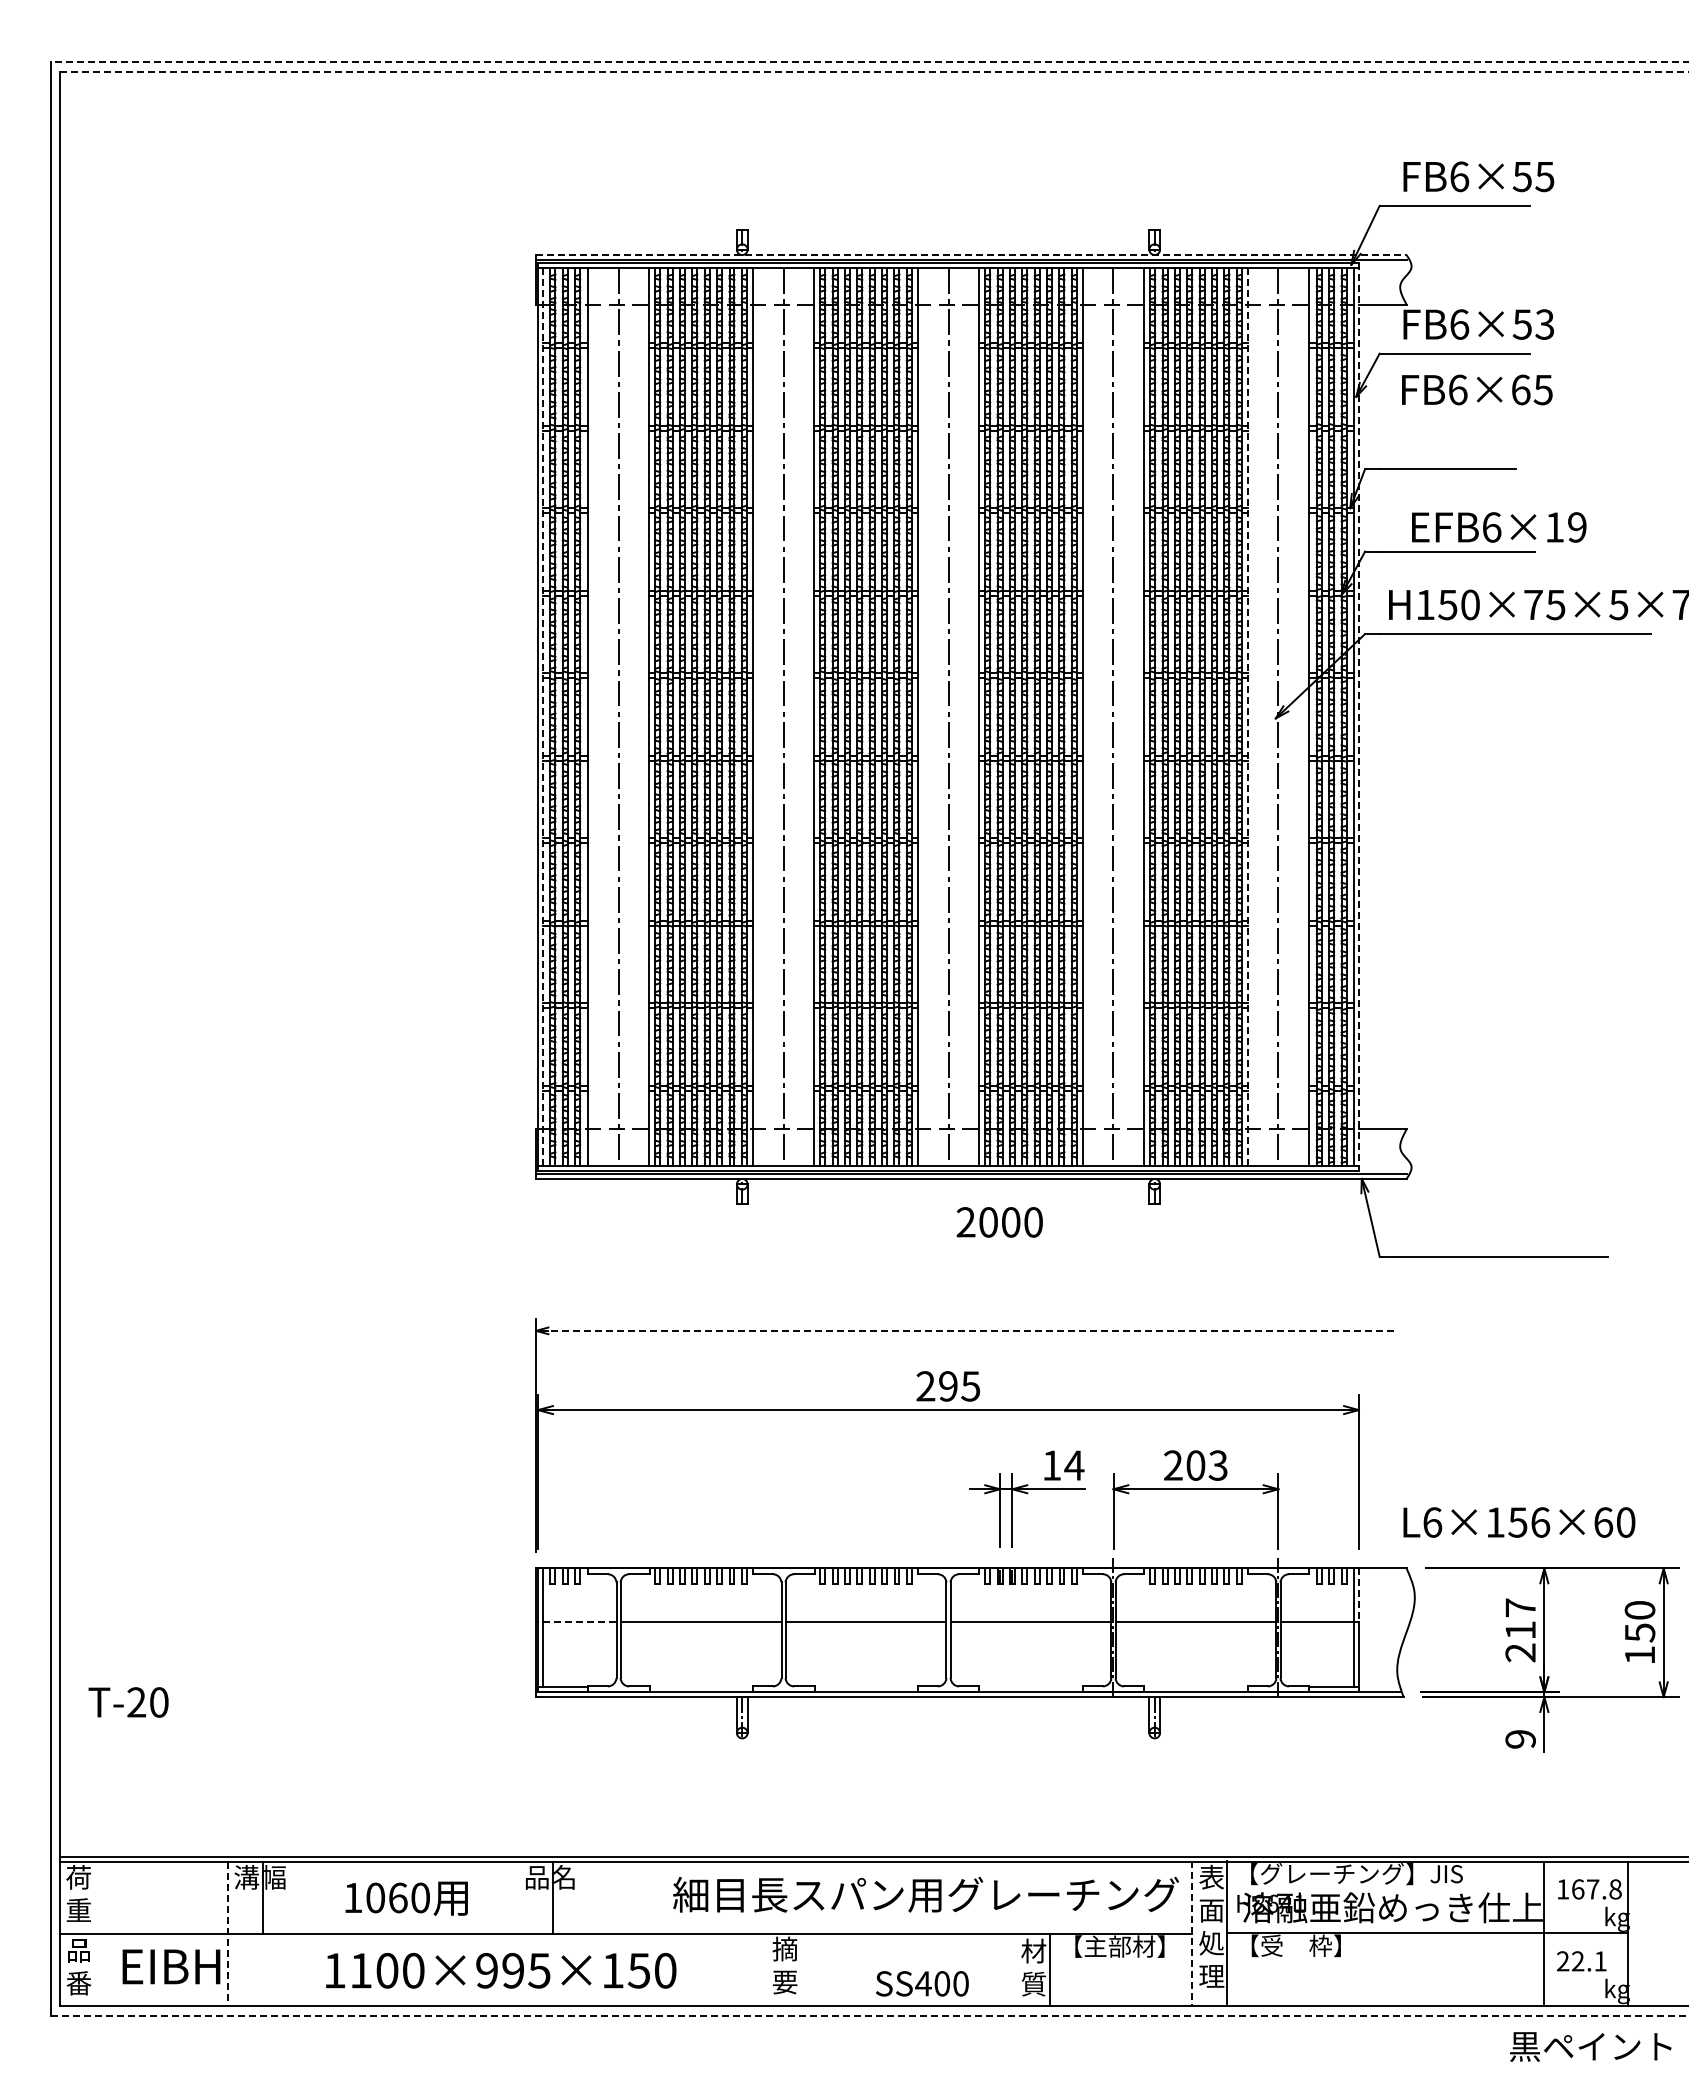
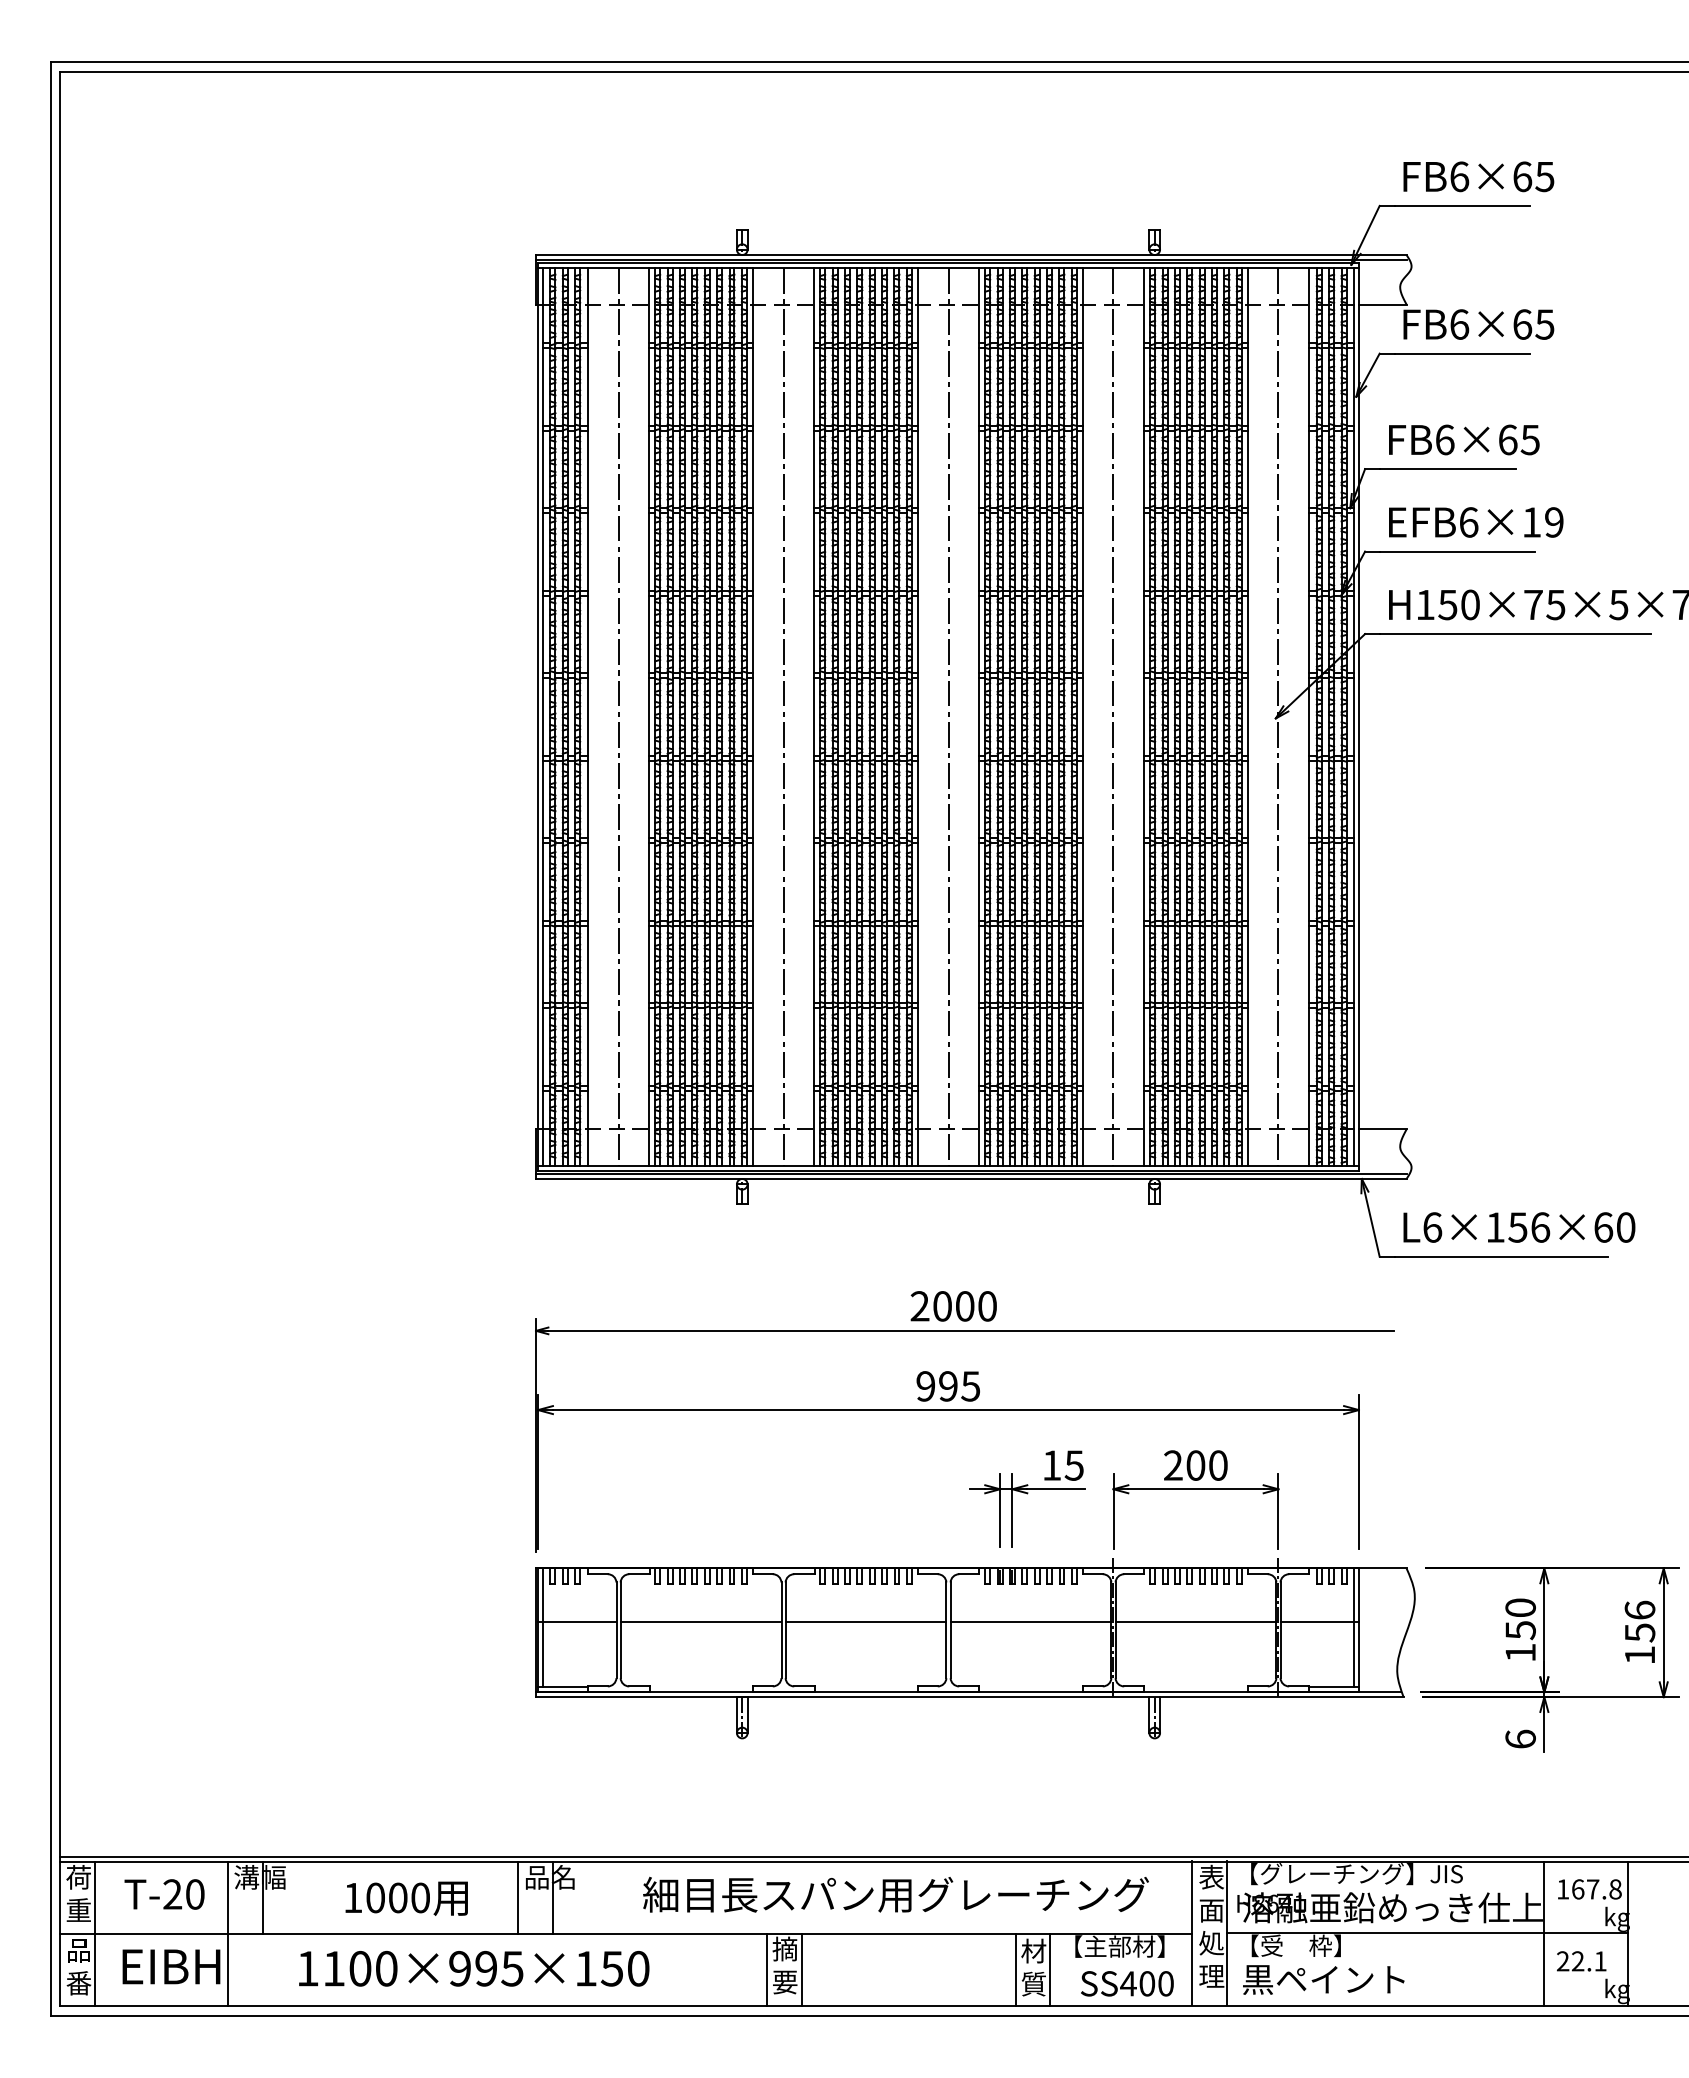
line at (869, 62): dashed -> solid
line at (875, 71): dashed -> solid
text at (1522, 176): FB6×55 -> FB6×65
line at (971, 255): dashed -> solid
text at (1533, 324): FB6×53 -> FB6×65
text at (1477, 389) position: (1477, 389) -> (1464, 439)
text at (1499, 527) position: (1499, 527) -> (1476, 522)
line at (543, 717): dashed -> solid
line at (1247, 717): dashed -> solid
line at (1358, 717): dashed -> solid
text at (999, 1222) position: (999, 1222) -> (953, 1306)
line at (971, 1330): dashed -> solid
text at (925, 1386): 295 -> 995
text at (1074, 1465): 14 -> 15
text at (1217, 1465): 203 -> 200
text at (1519, 1522) position: (1519, 1522) -> (1519, 1227)
line at (1358, 1595): dashed -> solid
text at (1639, 1609): 150 -> 156
line at (576, 1622): dashed -> solid
text at (1520, 1630): 217 -> 150
text at (128, 1702) position: (128, 1702) -> (164, 1894)
text at (1520, 1738): 9 -> 6
text at (925, 1894) position: (925, 1894) -> (895, 1894)
text at (398, 1897): 1060 -> 1000
line at (518, 1897): none -> present
line at (1192, 1932): dashed -> solid
line at (95, 1933): none -> present
line at (227, 1933): dashed -> solid
line at (767, 1969): none -> present
line at (801, 1969): none -> present
line at (1015, 1969): none -> present
text at (501, 1970) position: (501, 1970) -> (474, 1968)
text at (922, 1983) position: (922, 1983) -> (1127, 1983)
line at (869, 2015): dashed -> solid
text at (1590, 2046) position: (1590, 2046) -> (1323, 1979)
